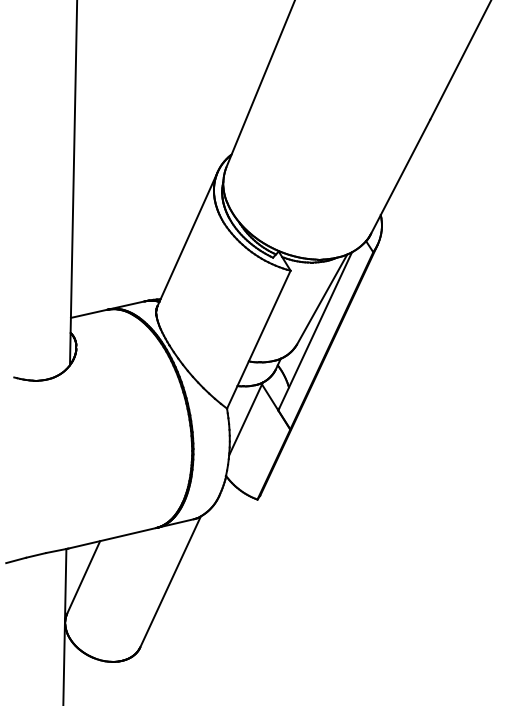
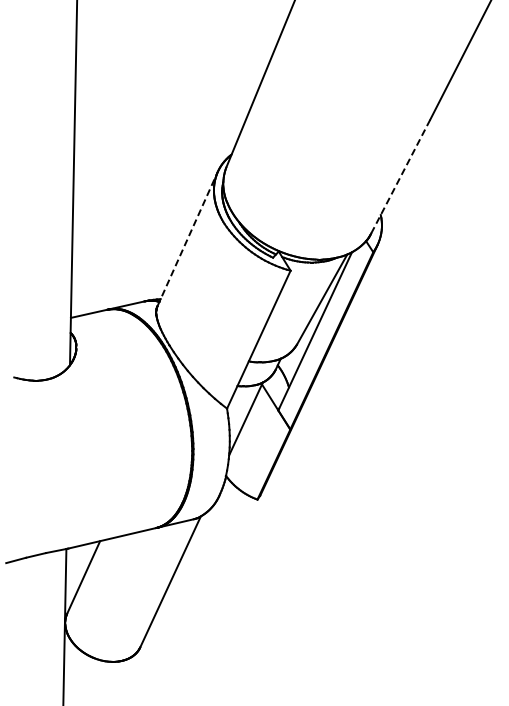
line at (400, 177): solid -> dashed
line at (187, 239): solid -> dashed
